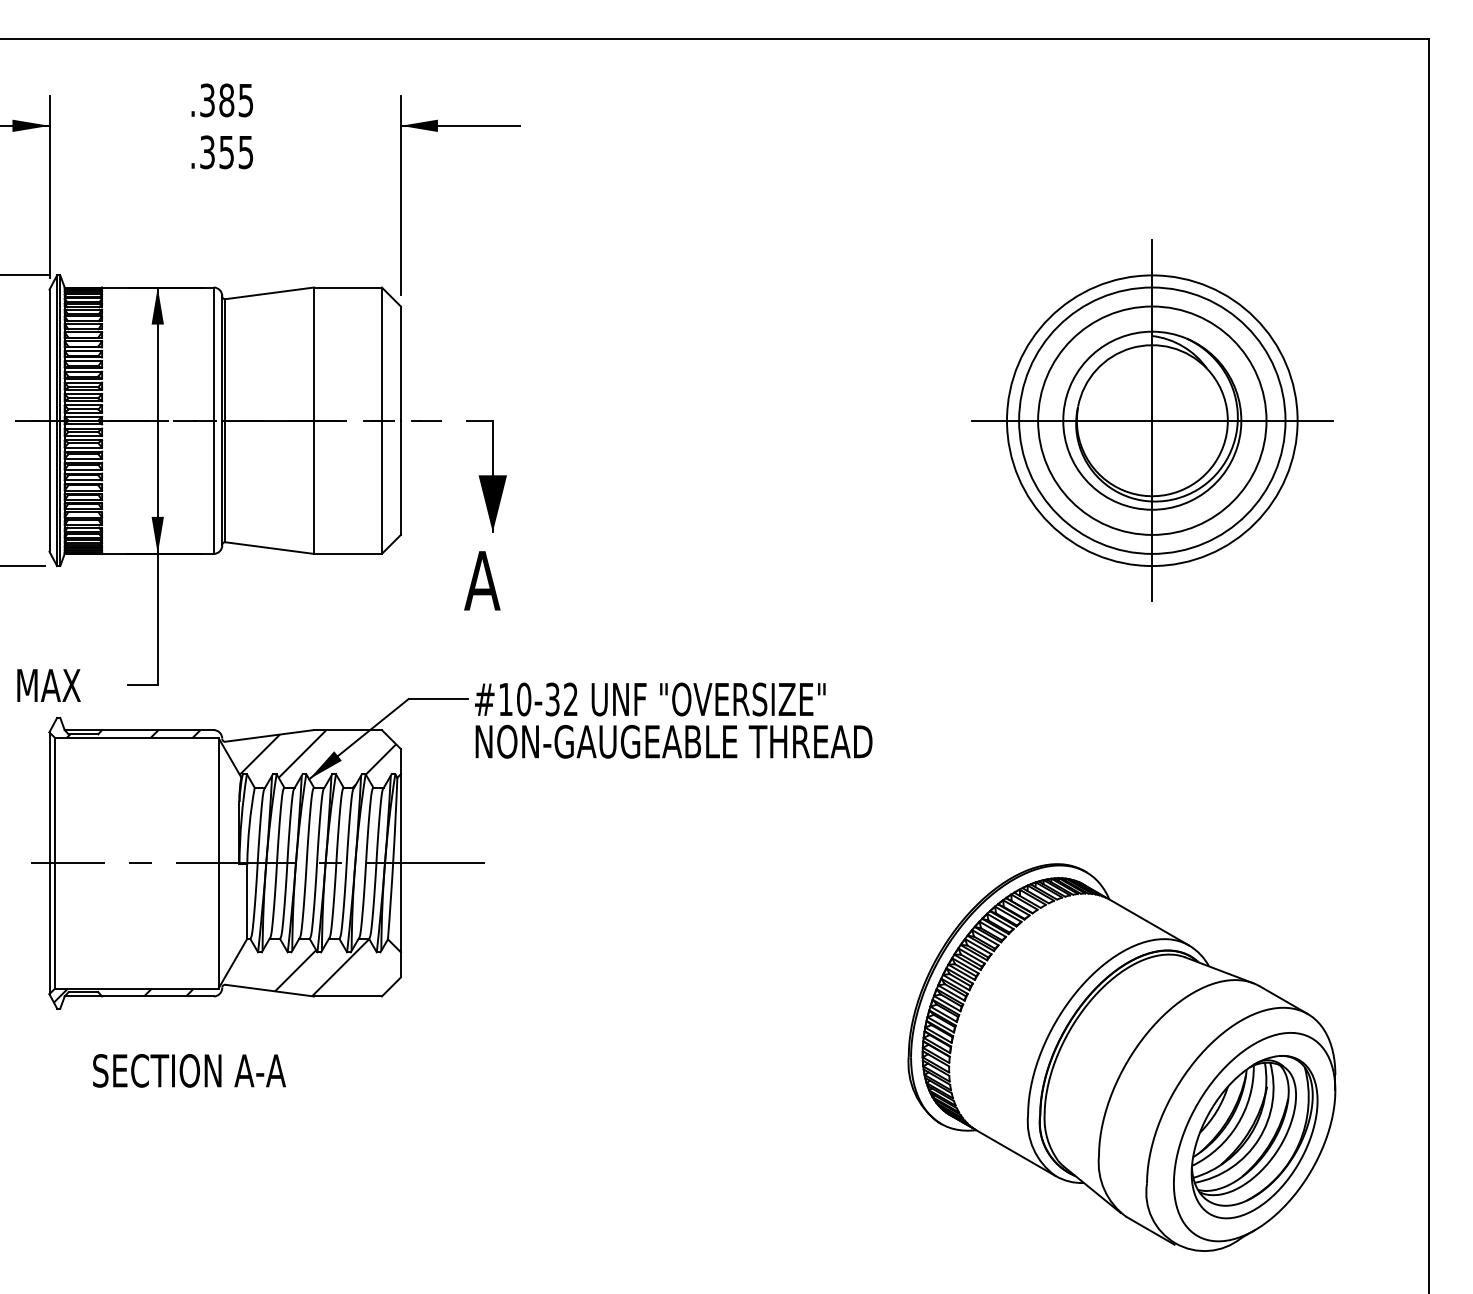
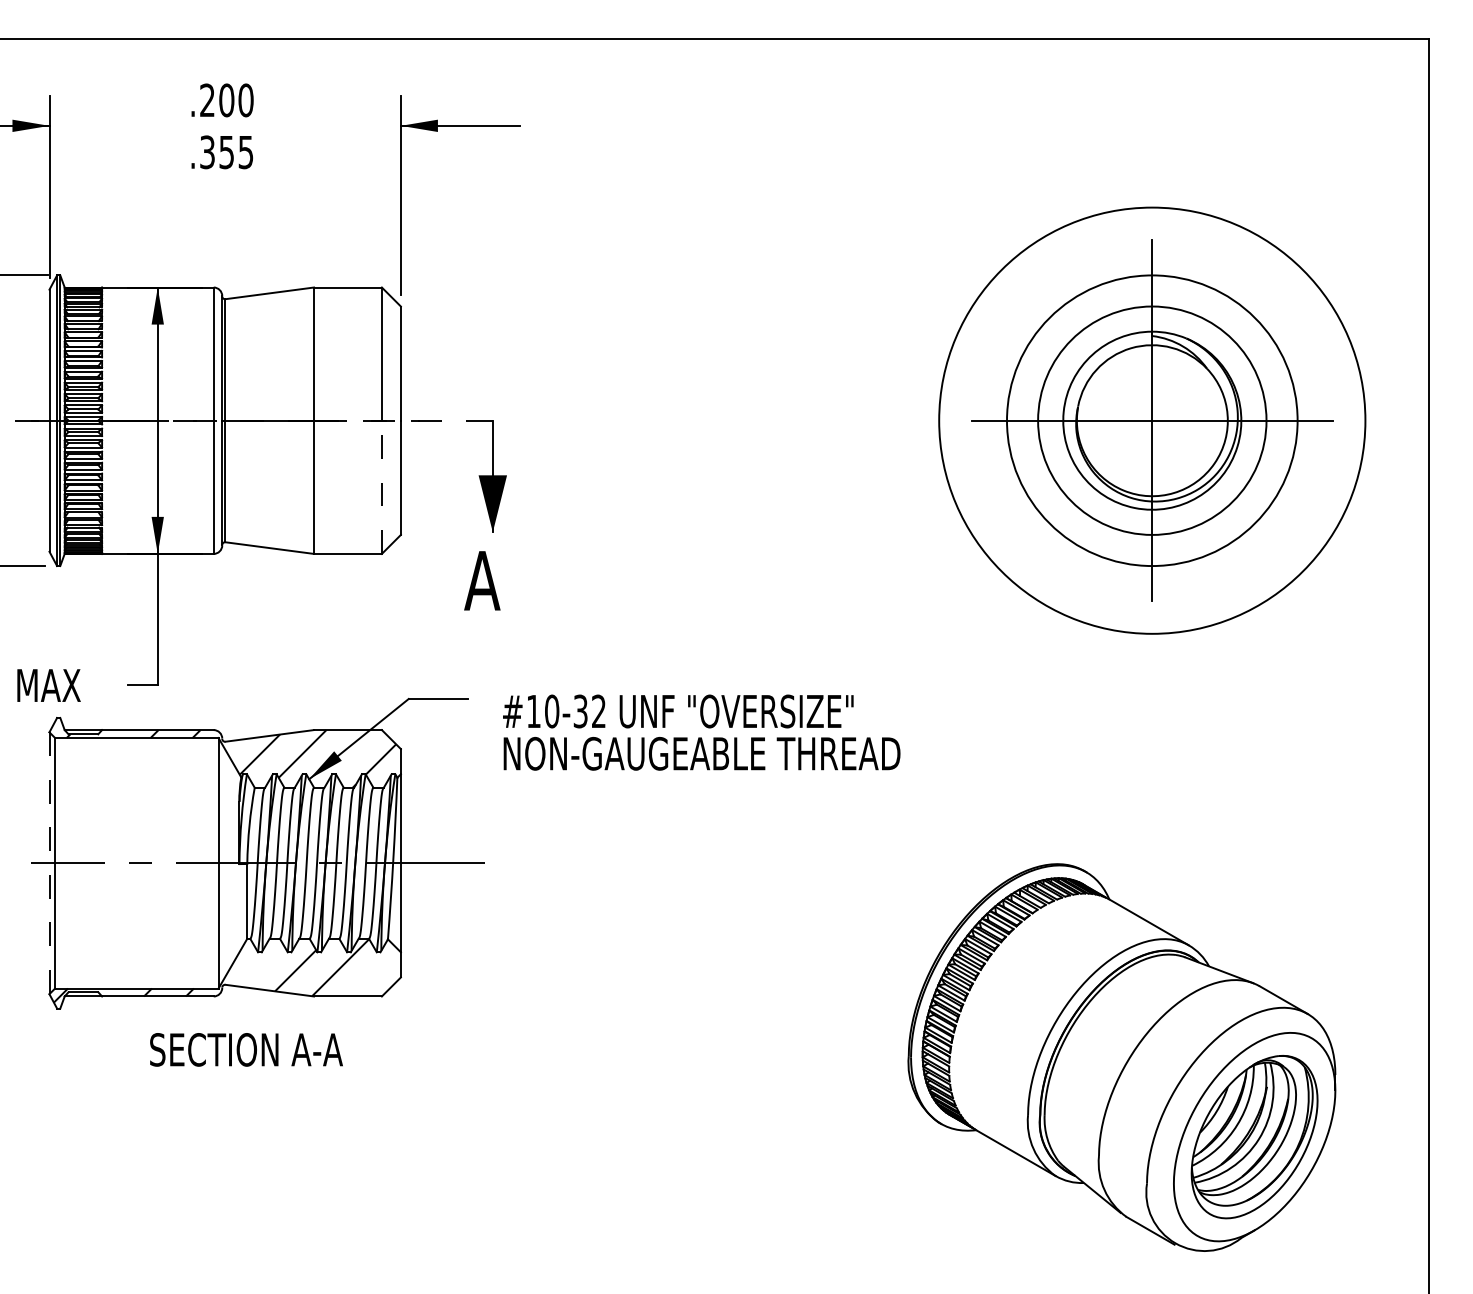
text at (226, 100): .385 -> .200
circle at (1152, 420) diameter: 266 px -> 426 px
line at (381, 487): solid -> dashed
text at (673, 720) position: (673, 720) -> (701, 732)
line at (49, 863): solid -> dashed
text at (189, 1070) position: (189, 1070) -> (246, 1049)
